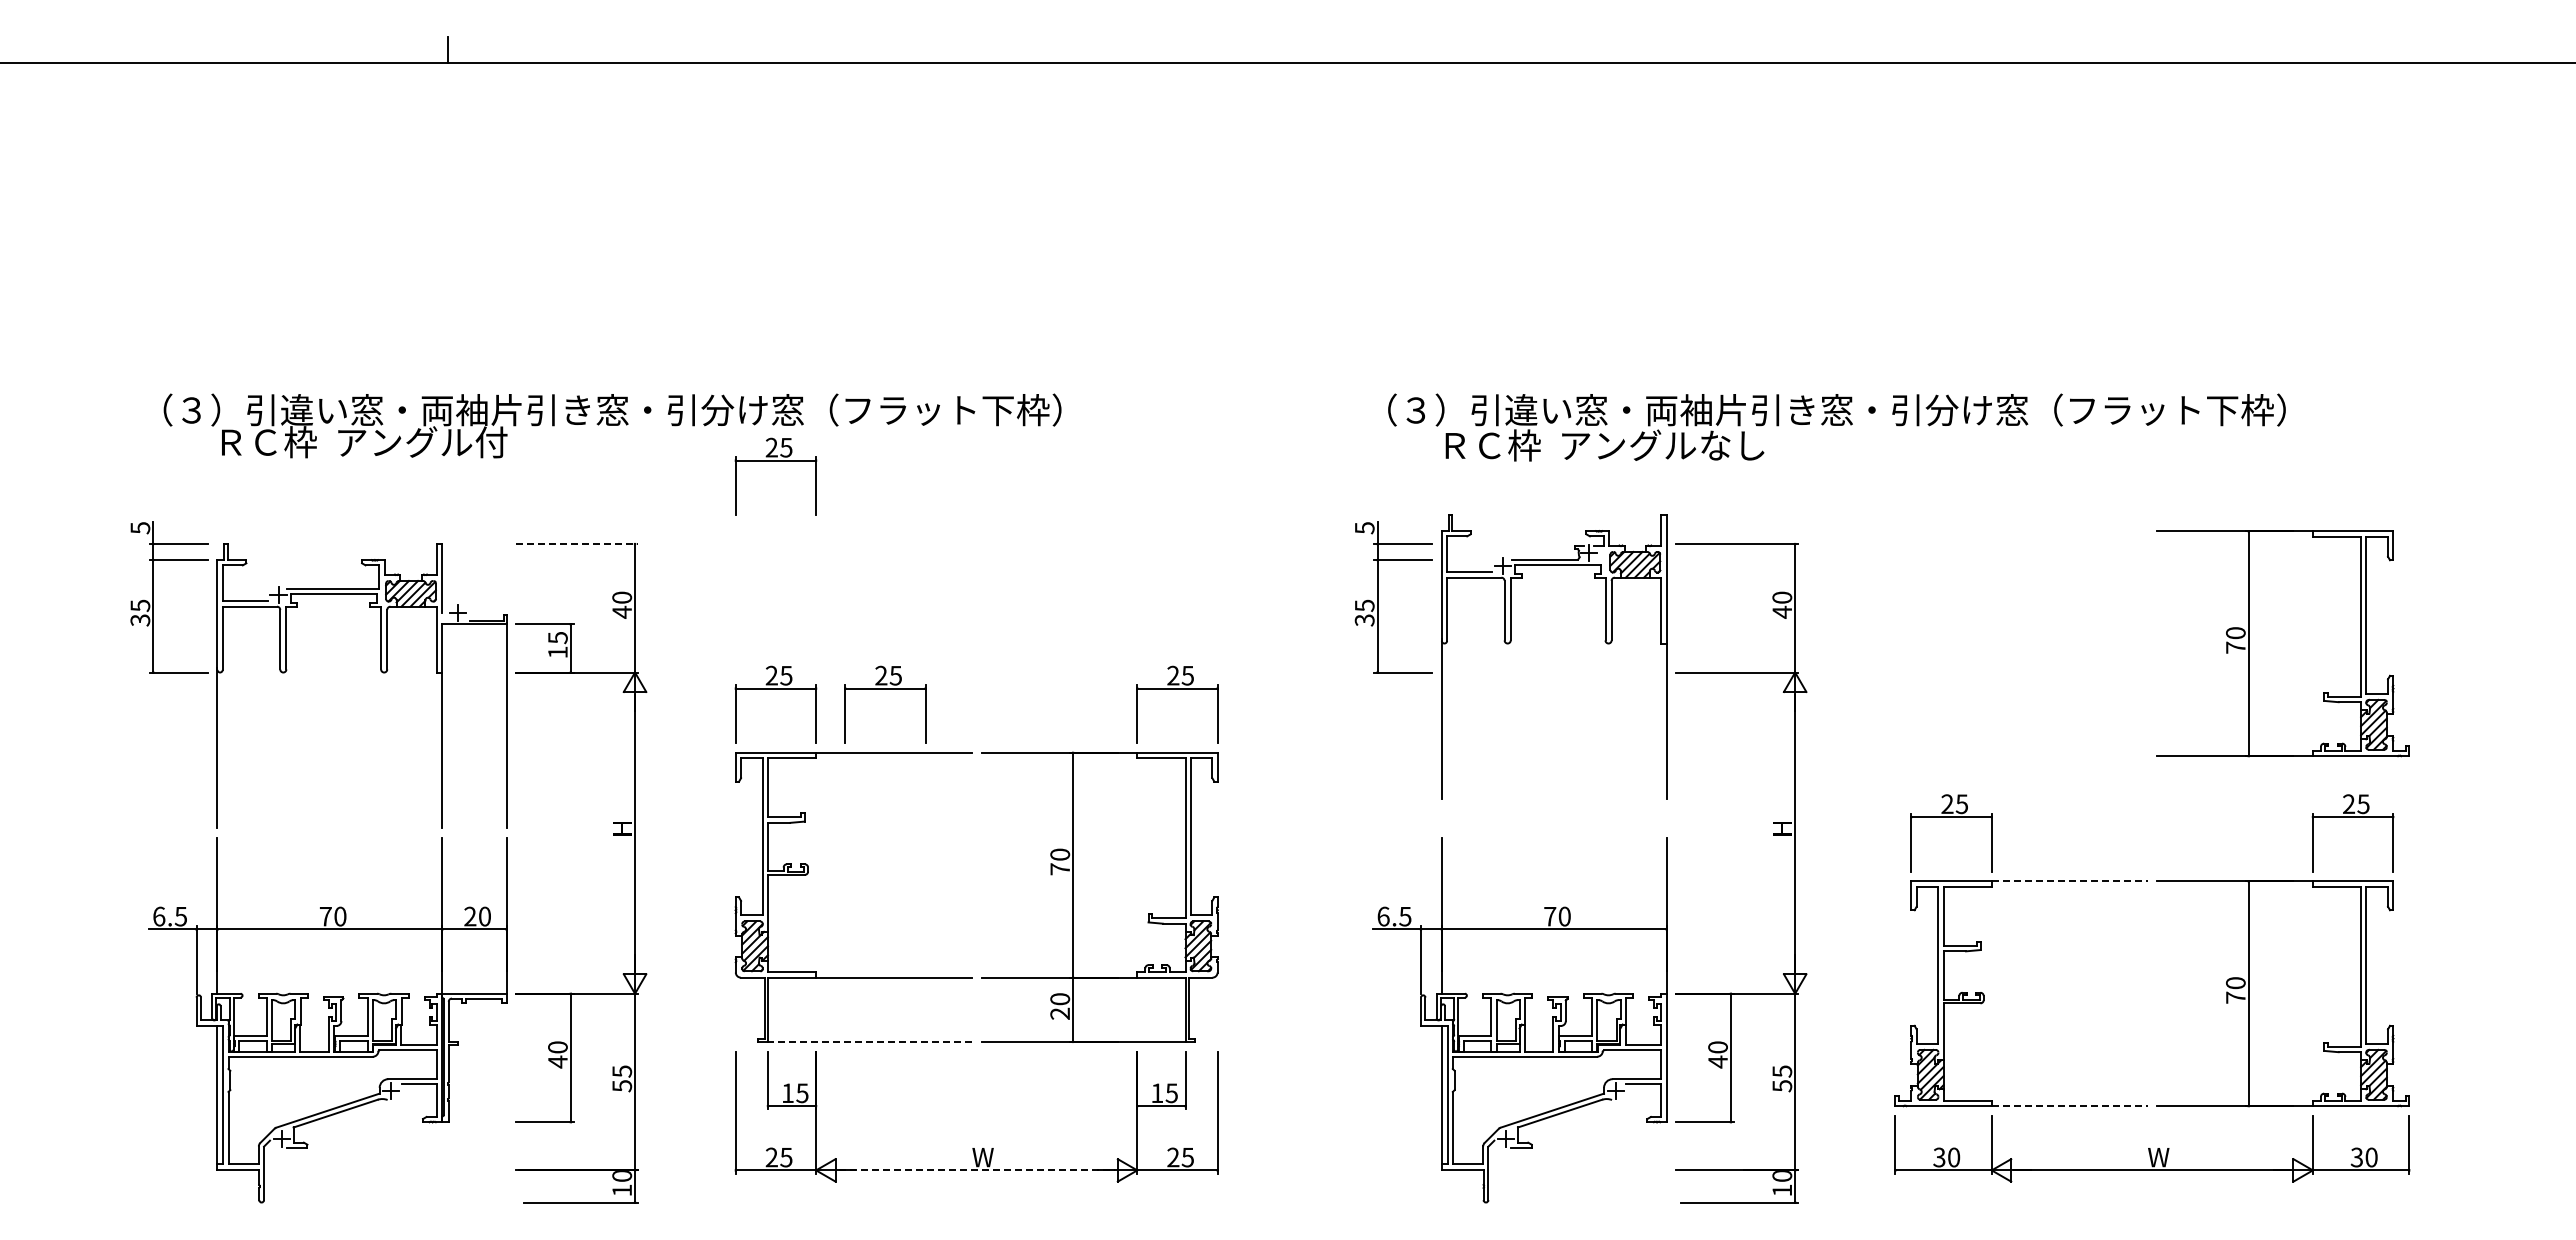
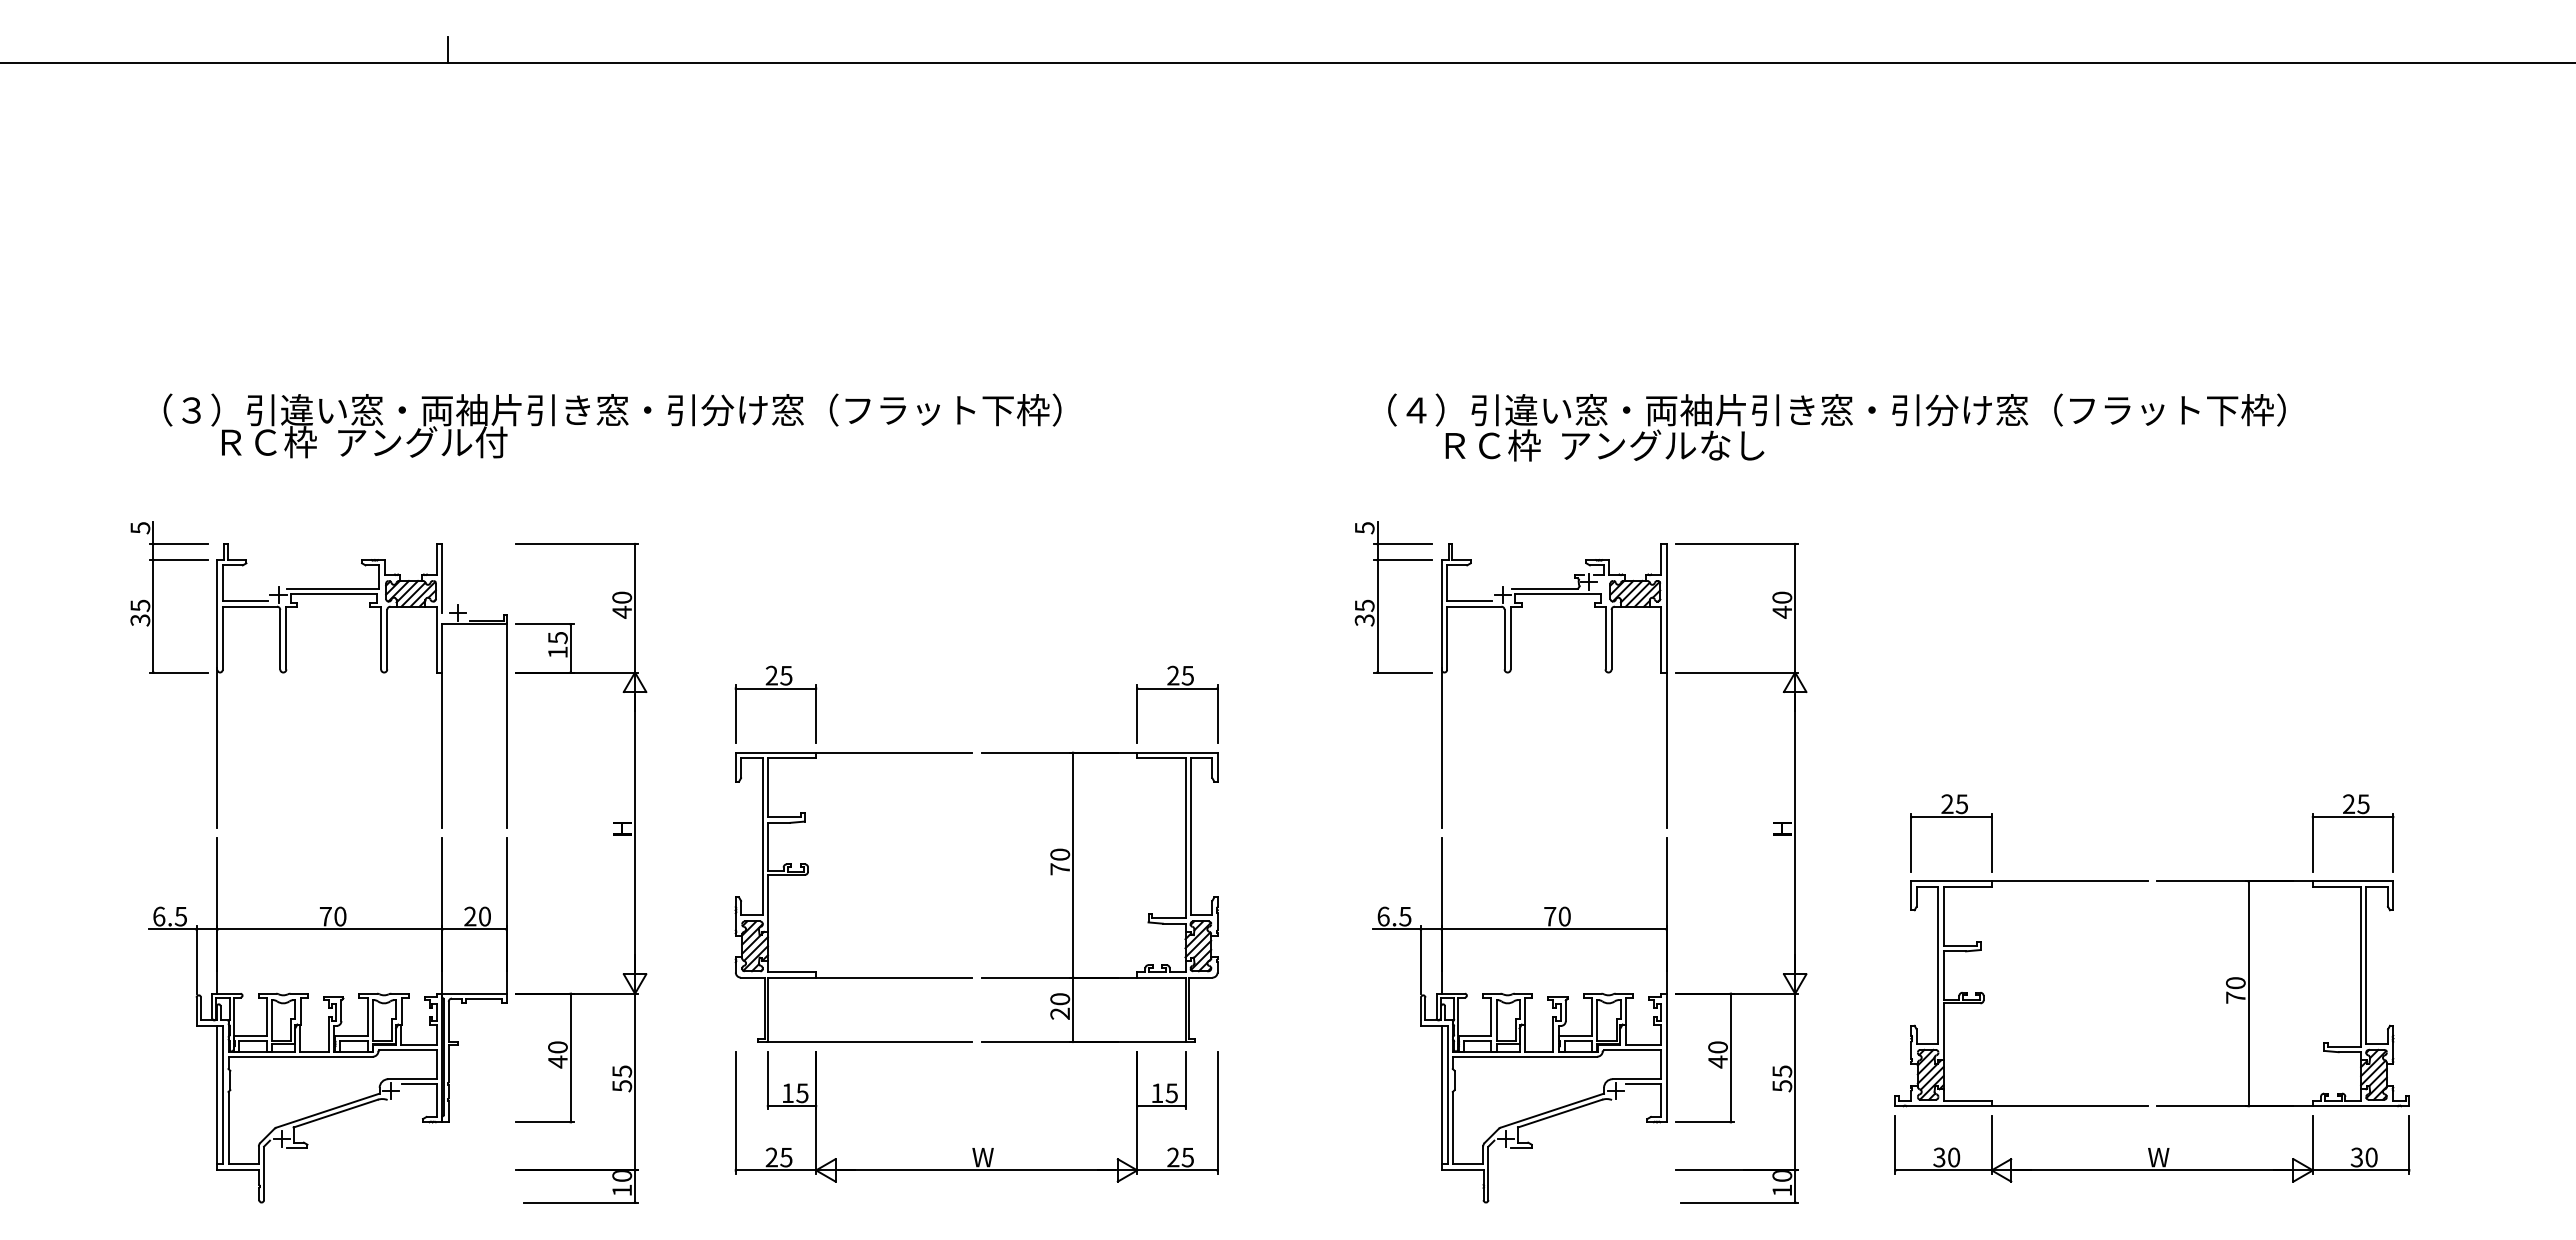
text at (1416, 410): （３）引違い窓・両袖片引き窓・引分け窓（フラット下枠） -> （４）引違い窓・両袖片引き窓・引分け窓（フラット下枠）
part at (775, 461): present -> none
line at (577, 544): dashed -> solid
part at (1511, 642) position: (1511, 642) -> (1511, 671)
part at (2282, 643): present -> none
part at (885, 689): present -> none
line at (2069, 881): dashed -> solid
line at (869, 1041): dashed -> solid
line at (2069, 1106): dashed -> solid
line at (977, 1170): dashed -> solid
